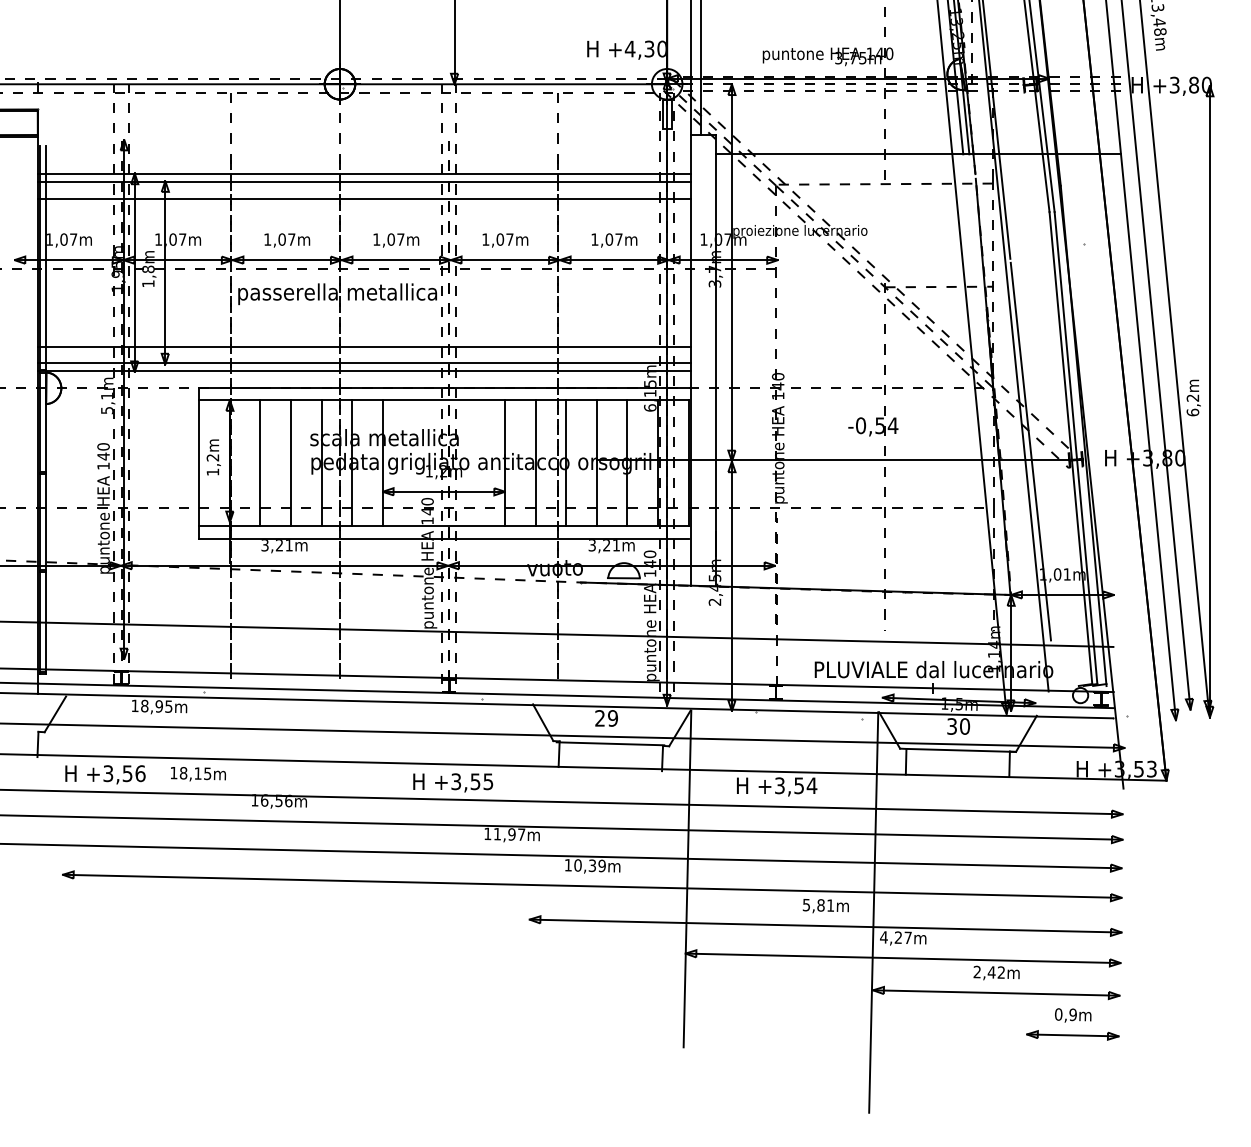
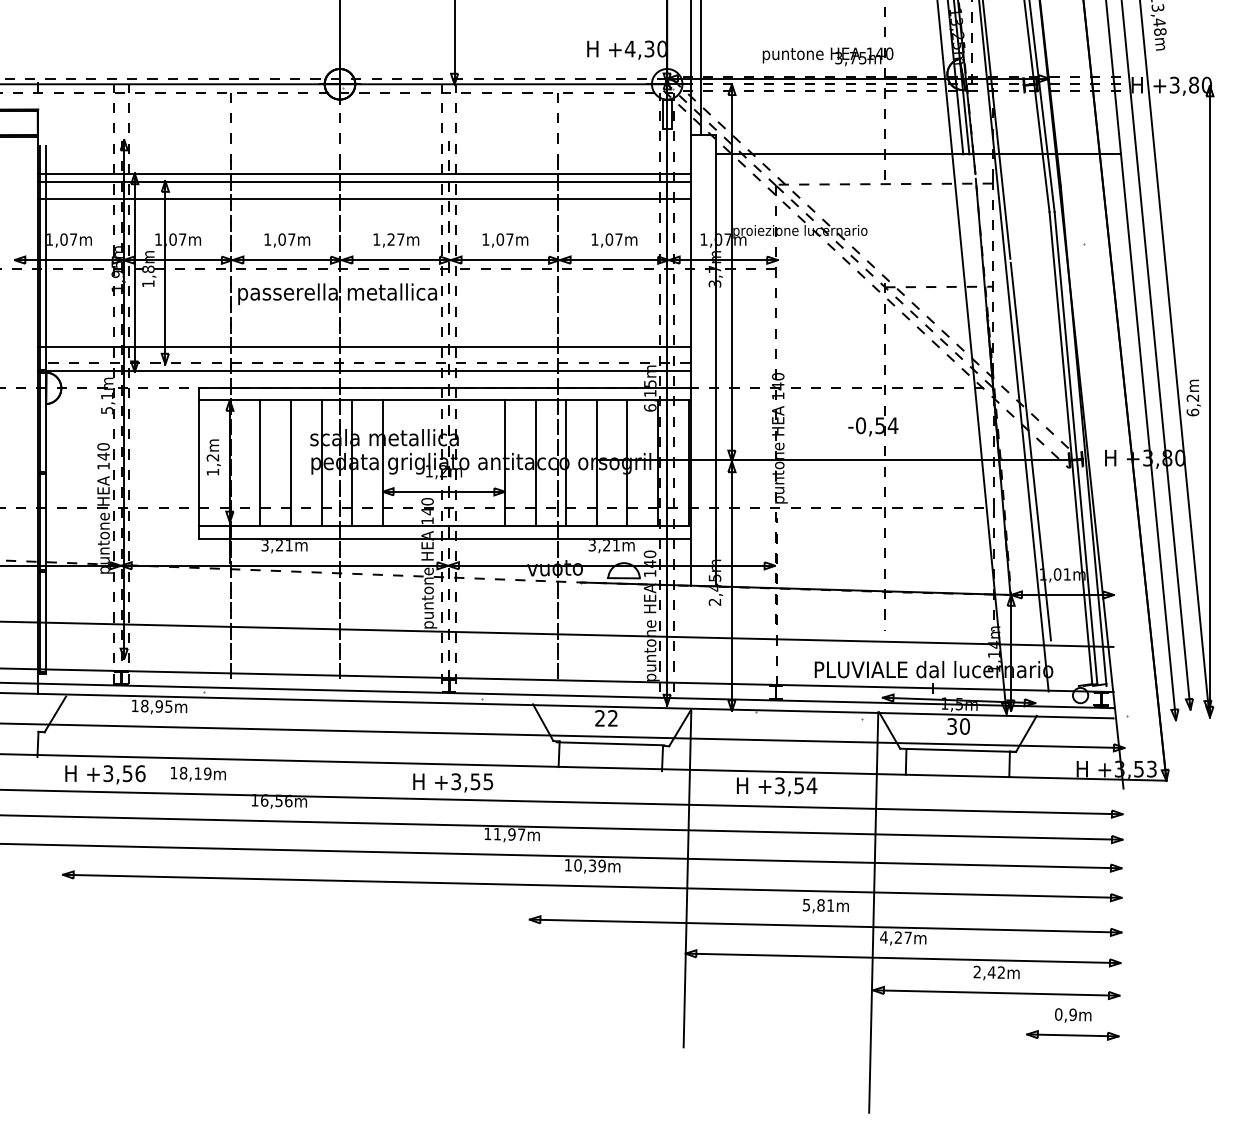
text at (390, 239): 1,07m -> 1,27m
line at (363, 363): solid -> dashed
text at (612, 718): 29 -> 22
text at (207, 773): 18,15m -> 18,19m
